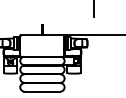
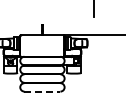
line at (42, 91): solid -> dashed
